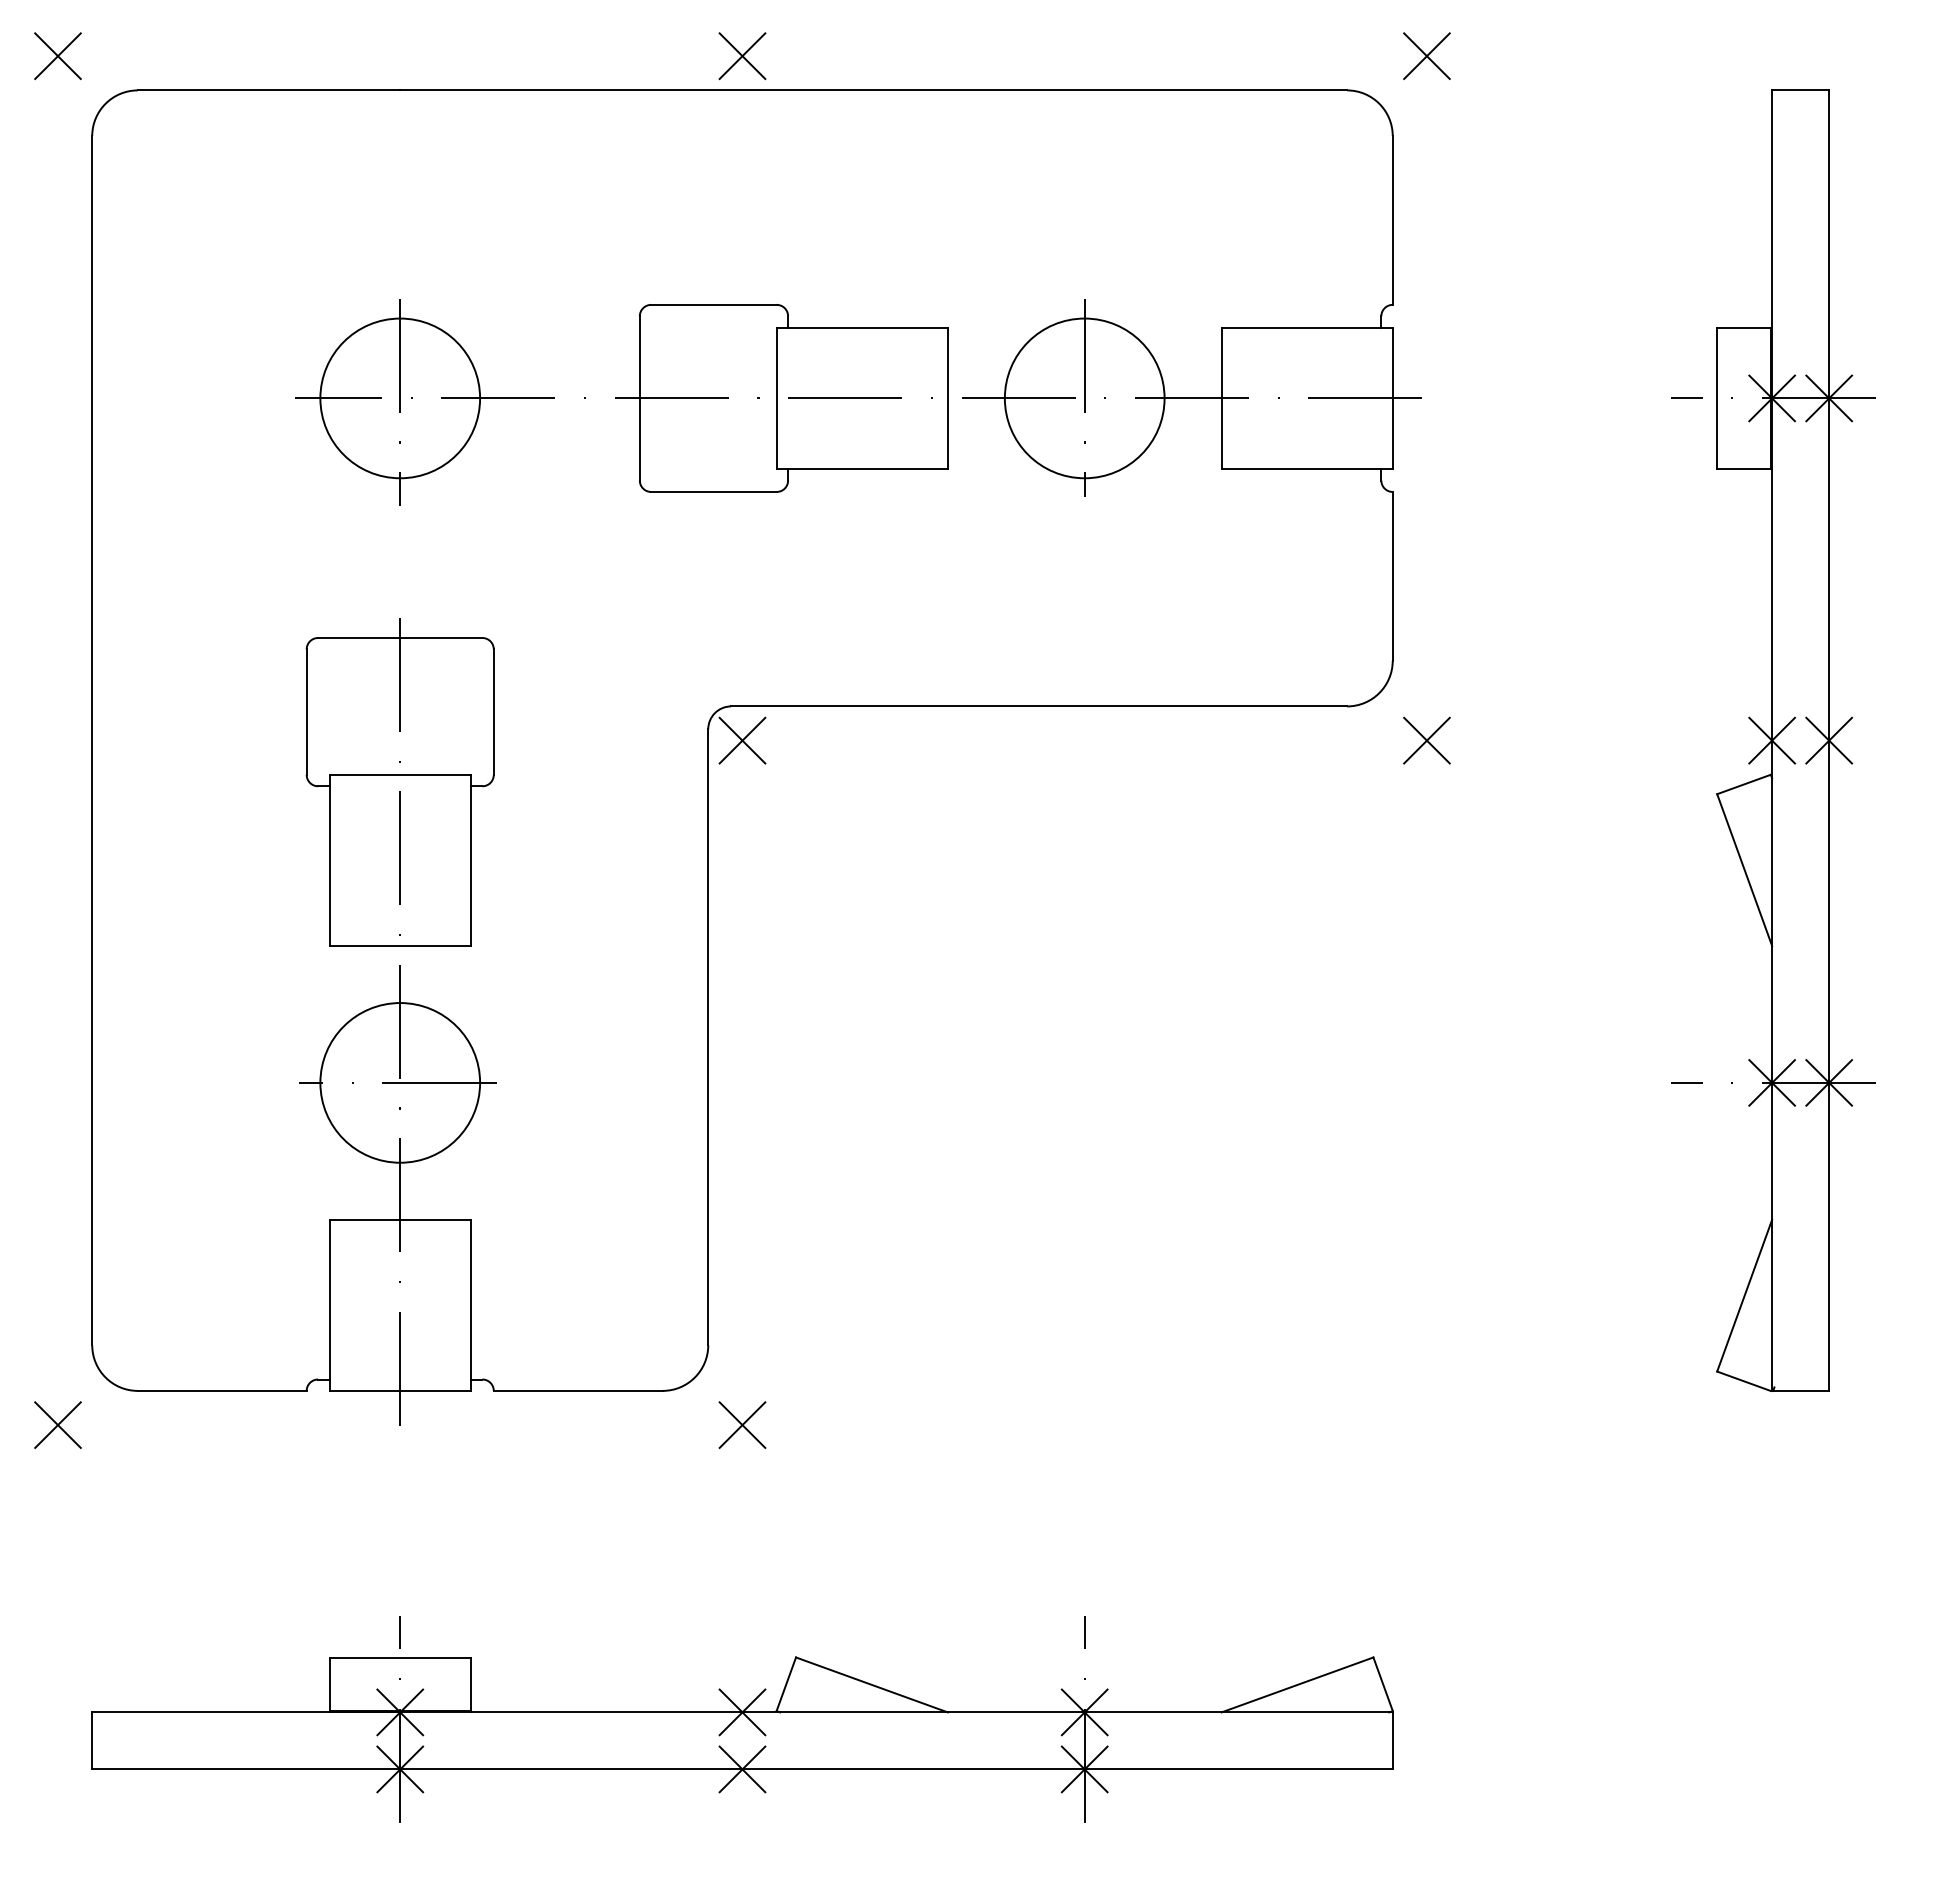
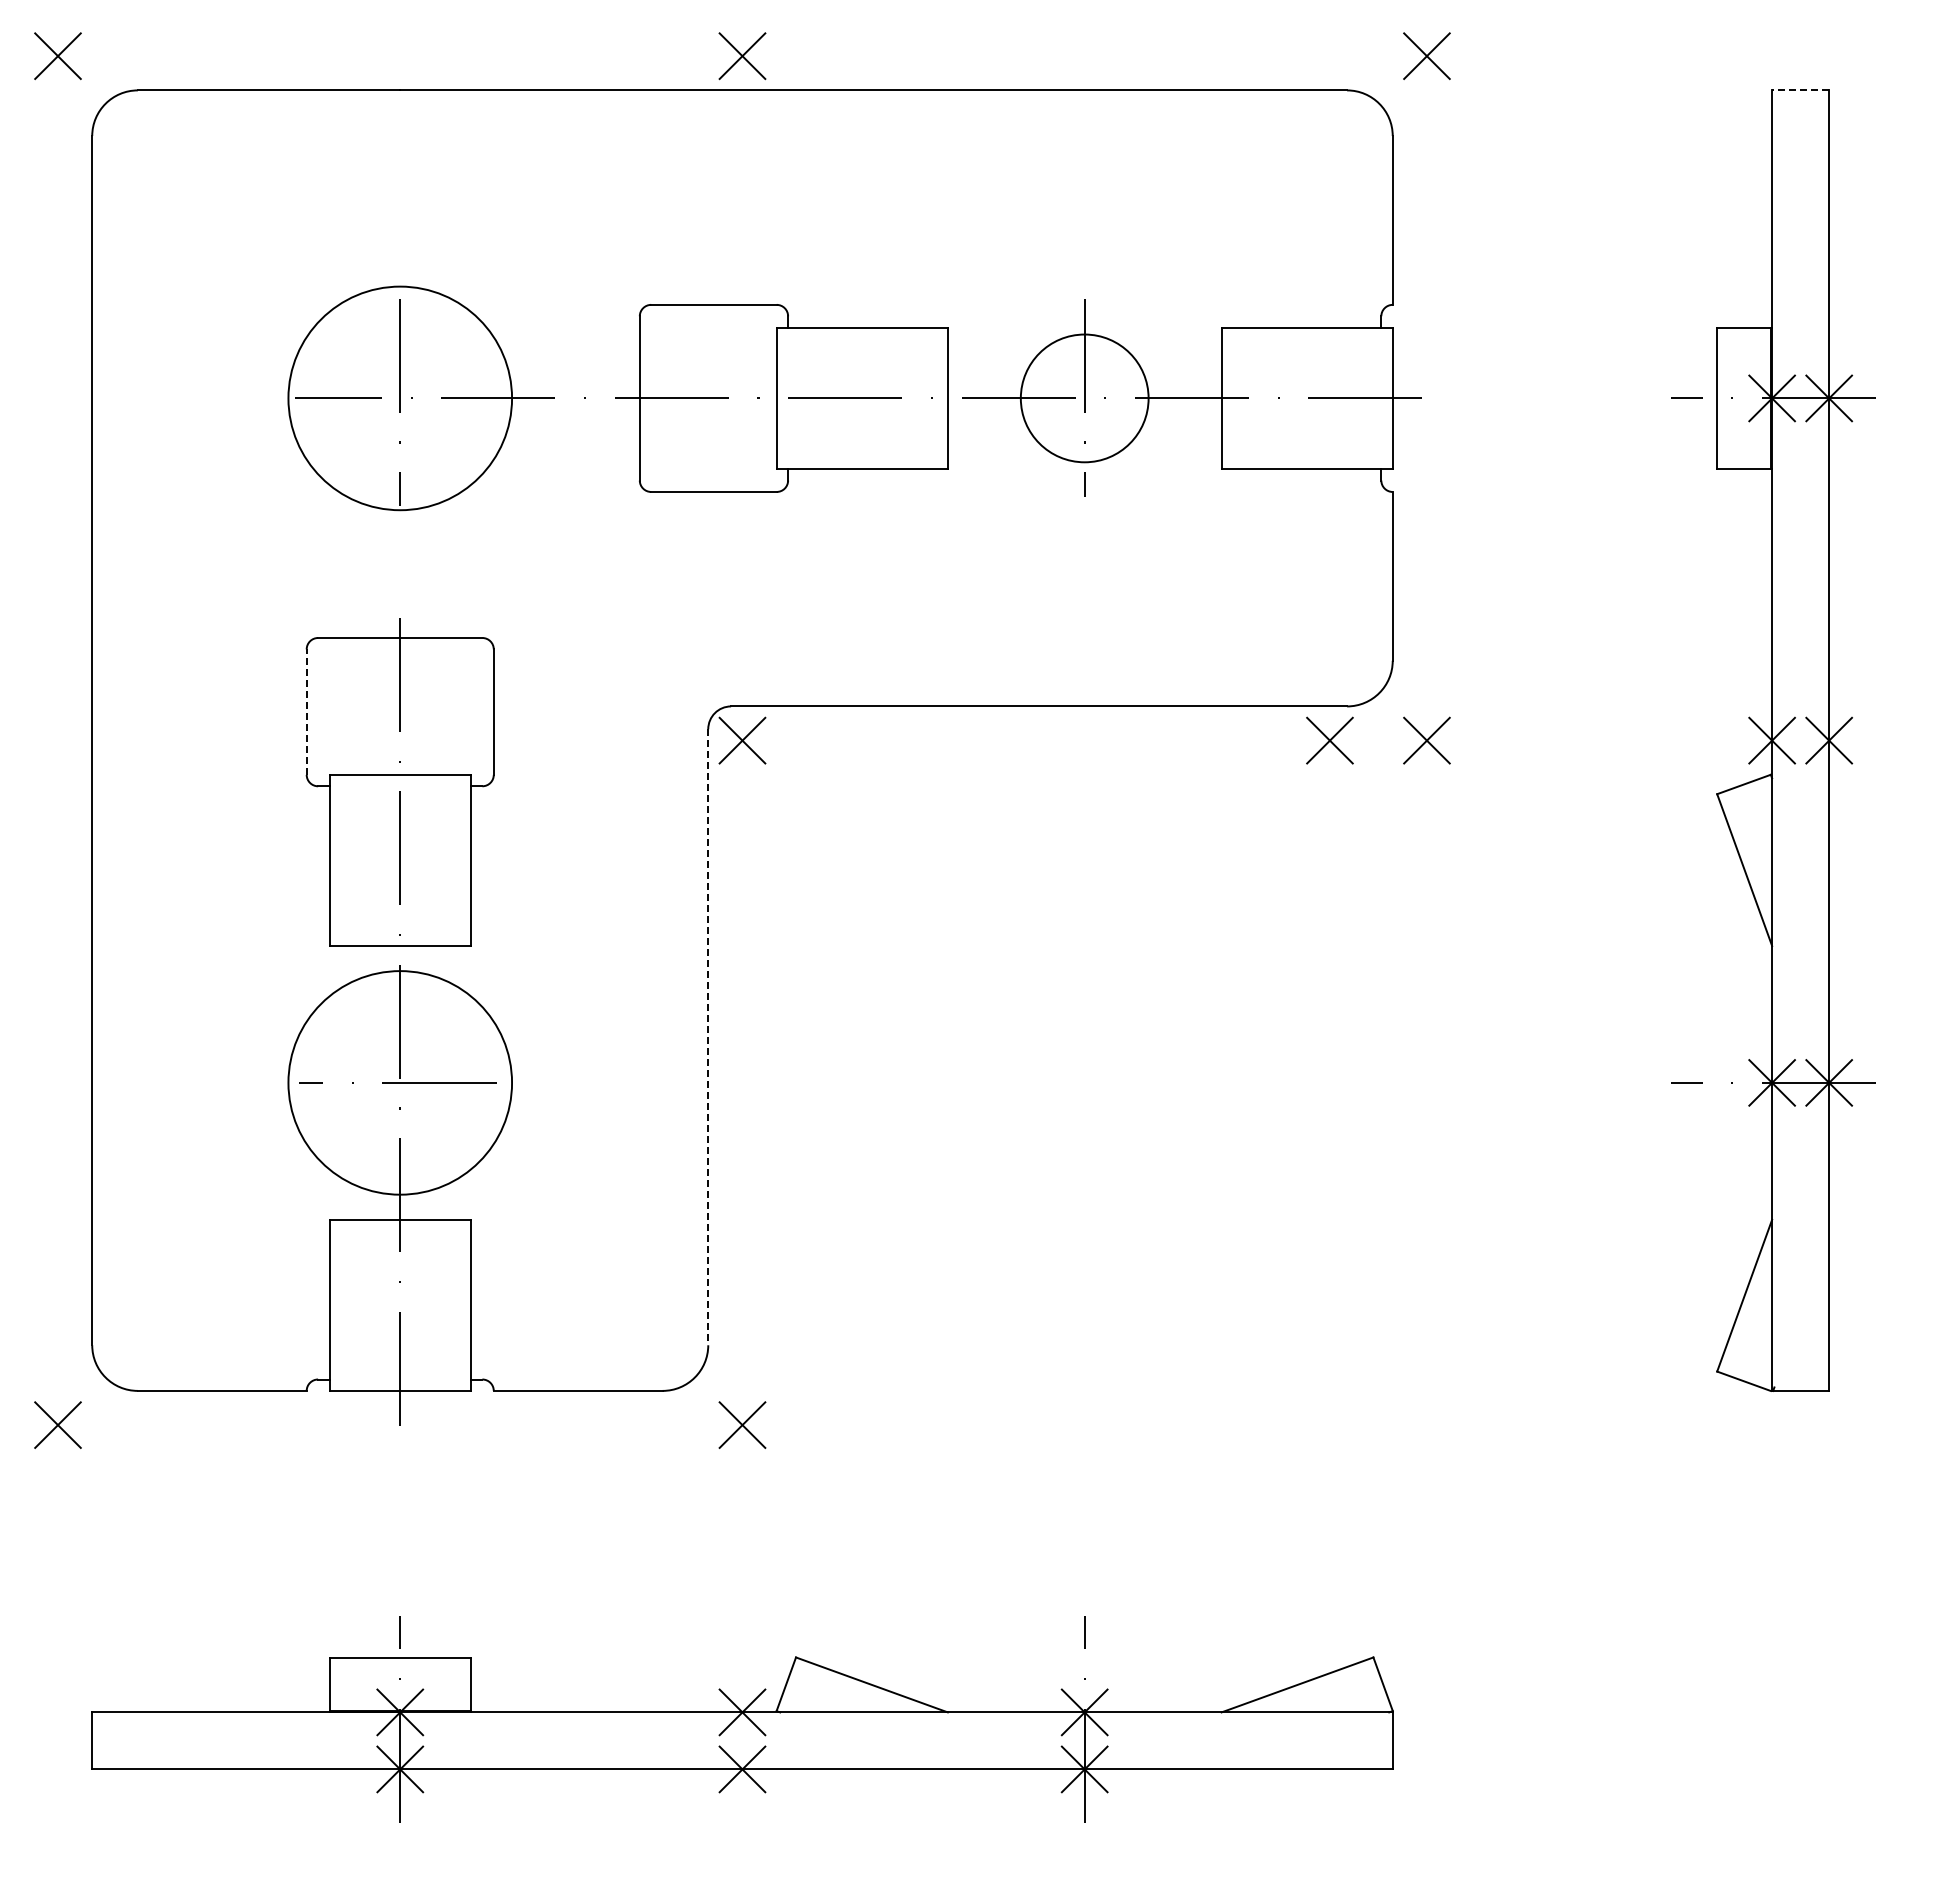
line at (1800, 90): solid -> dashed
circle at (400, 398) diameter: 160 px -> 224 px
circle at (1084, 398) diameter: 160 px -> 128 px
line at (306, 712): solid -> dashed
part at (1329, 740): none -> present
line at (708, 1037): solid -> dashed
circle at (400, 1082) diameter: 160 px -> 224 px
